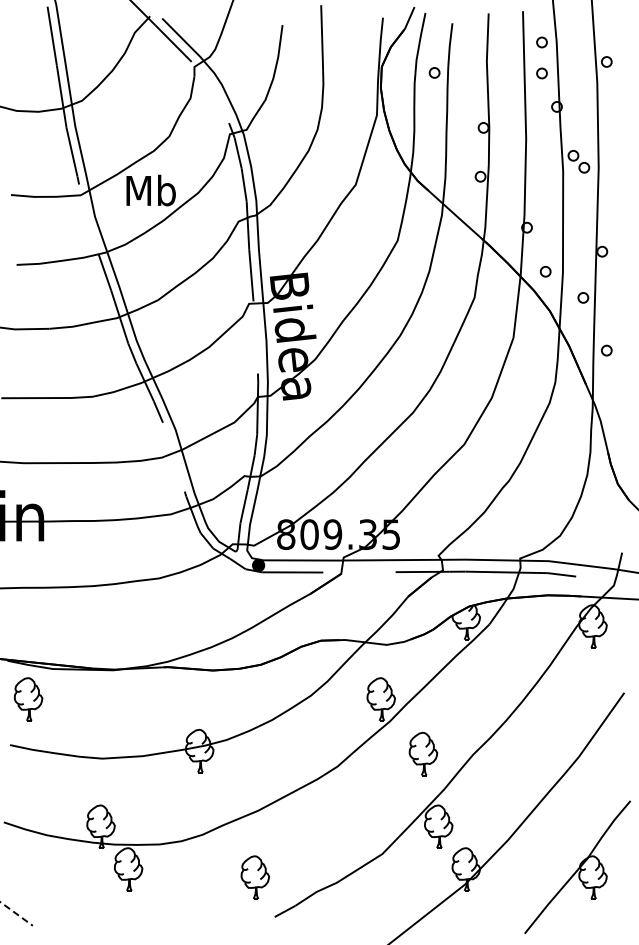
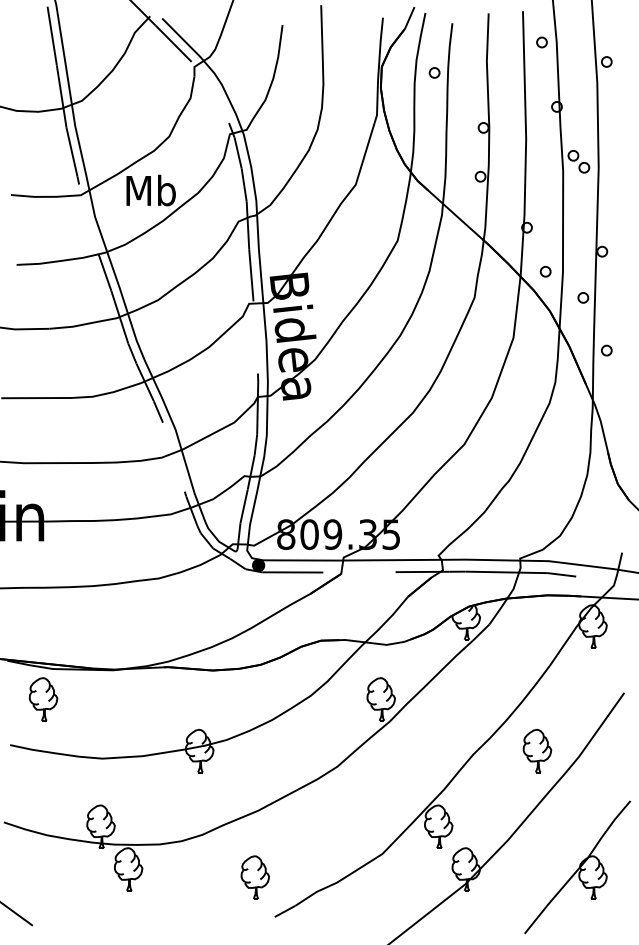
circle at (541, 73): present -> none
part at (28, 699) position: (28, 699) -> (43, 699)
part at (423, 754) position: (423, 754) -> (537, 751)
line at (16, 914): dashed -> solid
